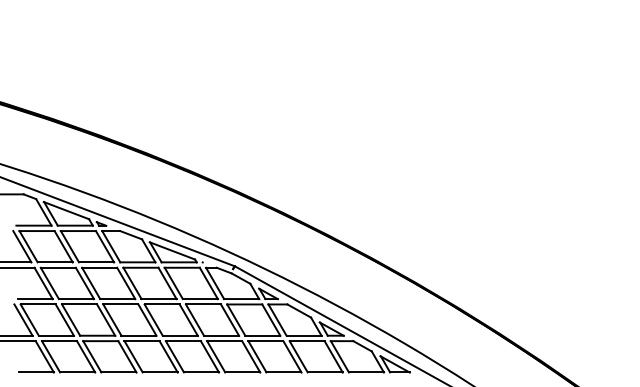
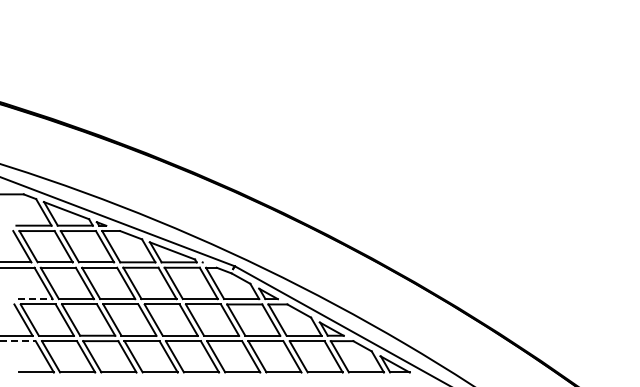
line at (35, 299): solid -> dashed
line at (18, 341): solid -> dashed
